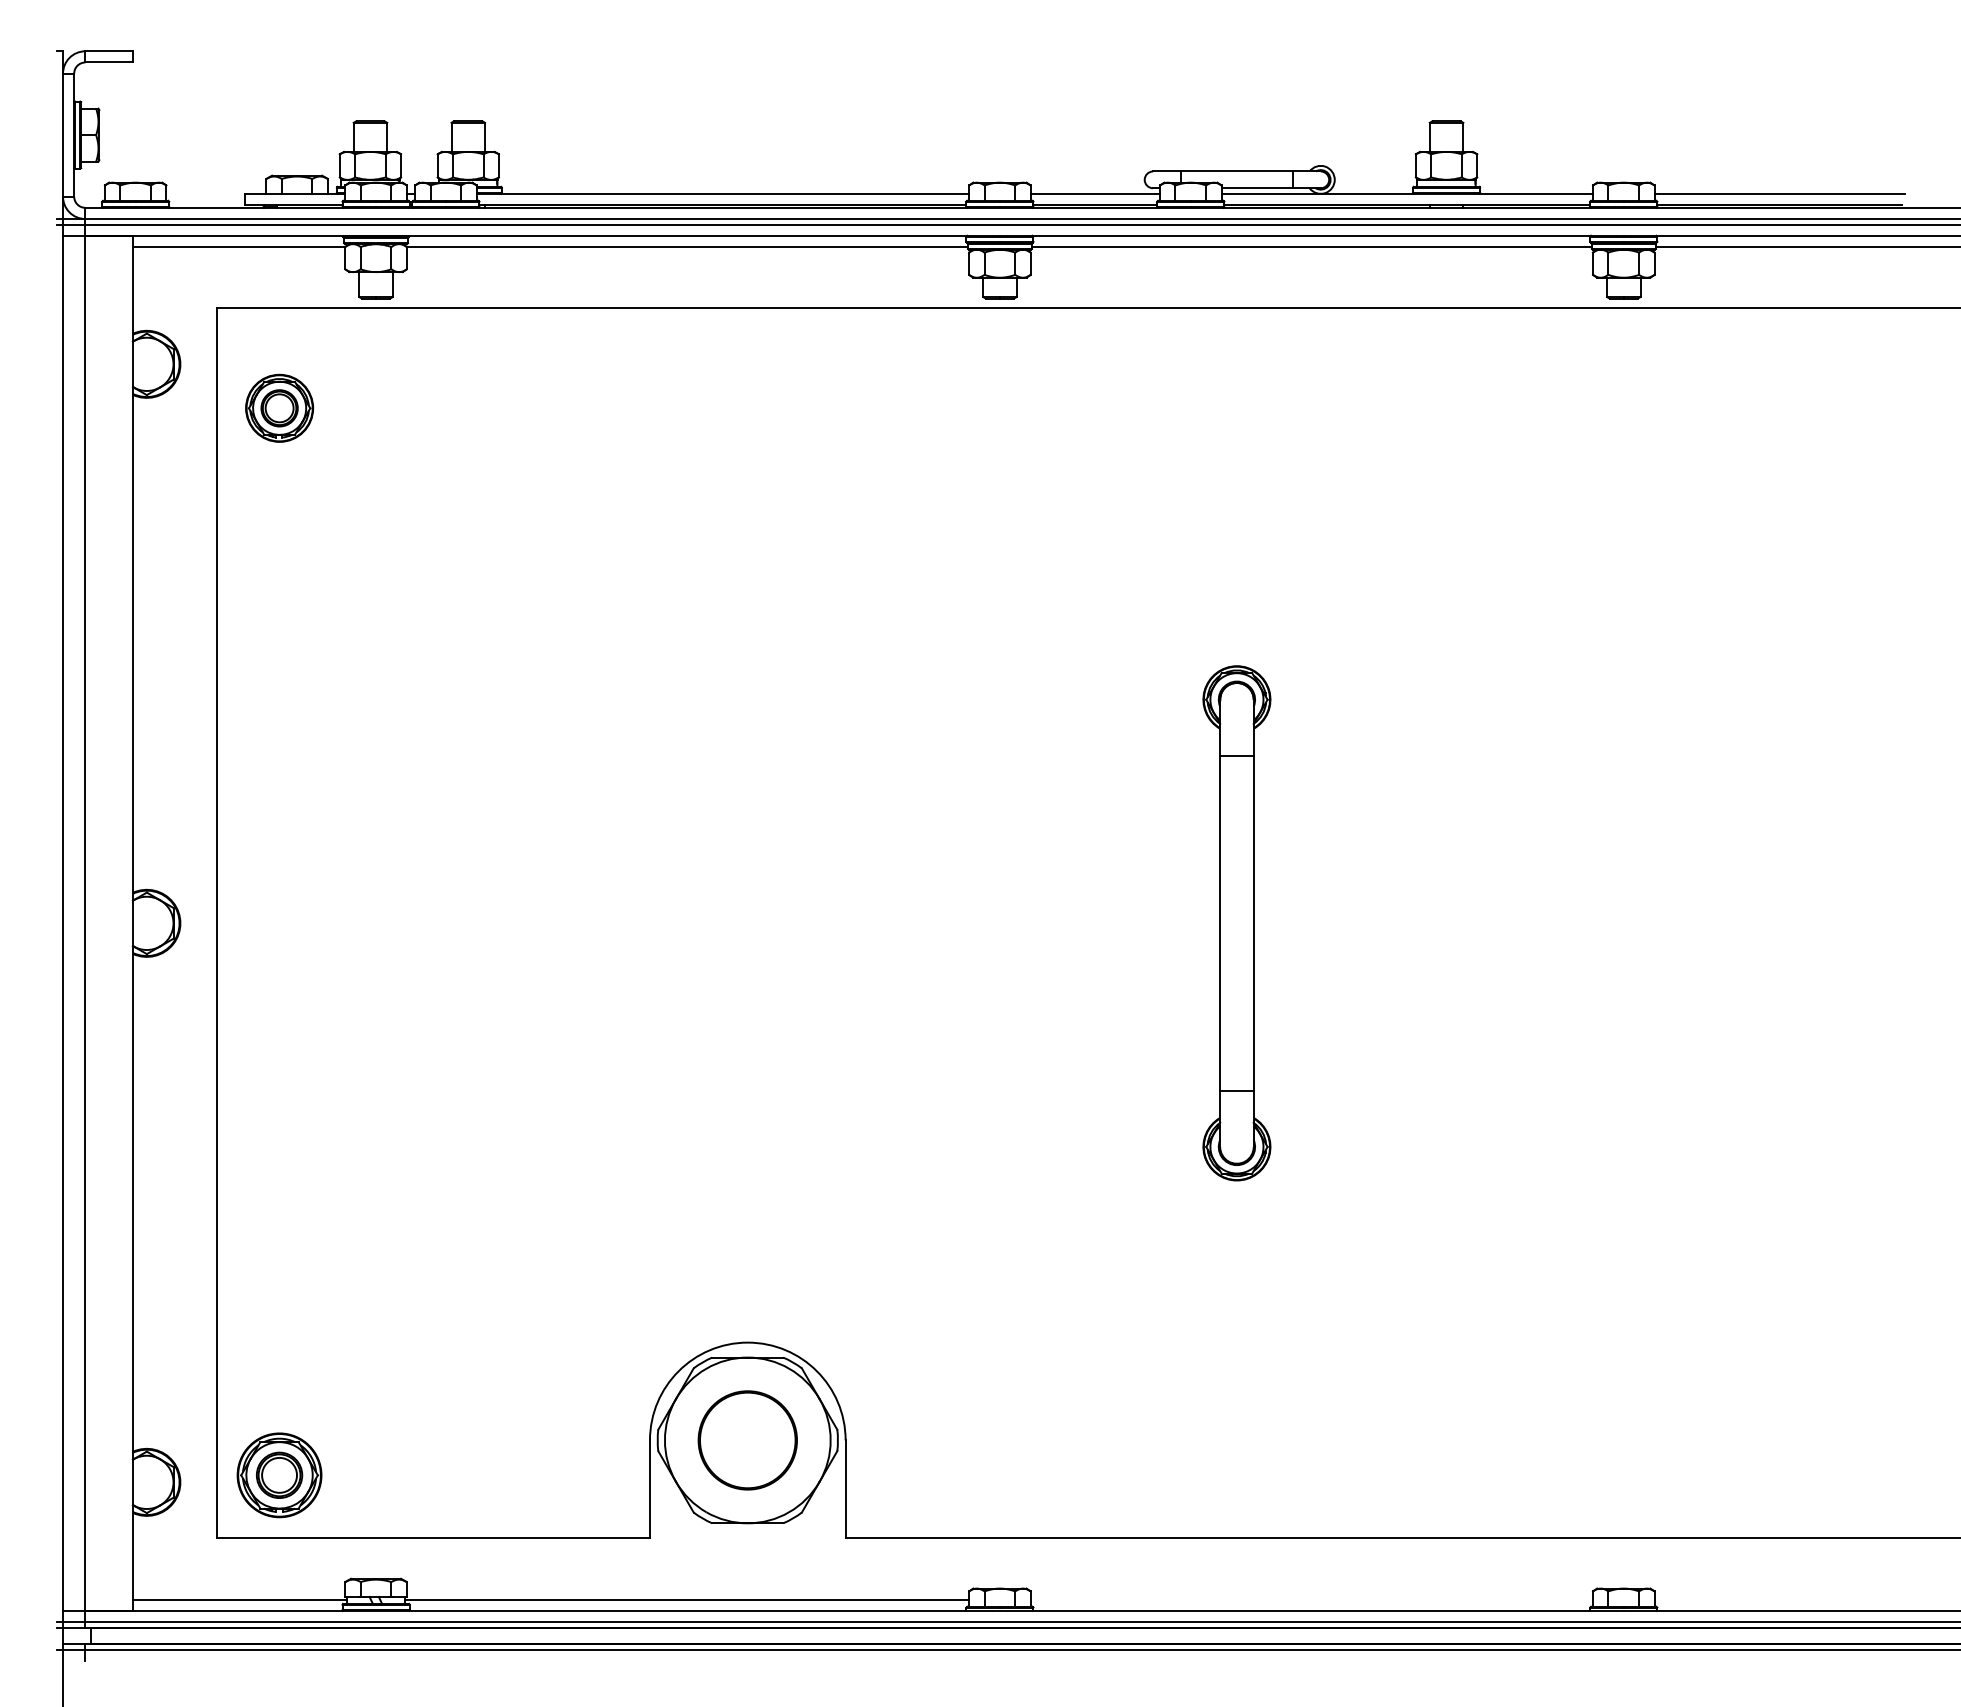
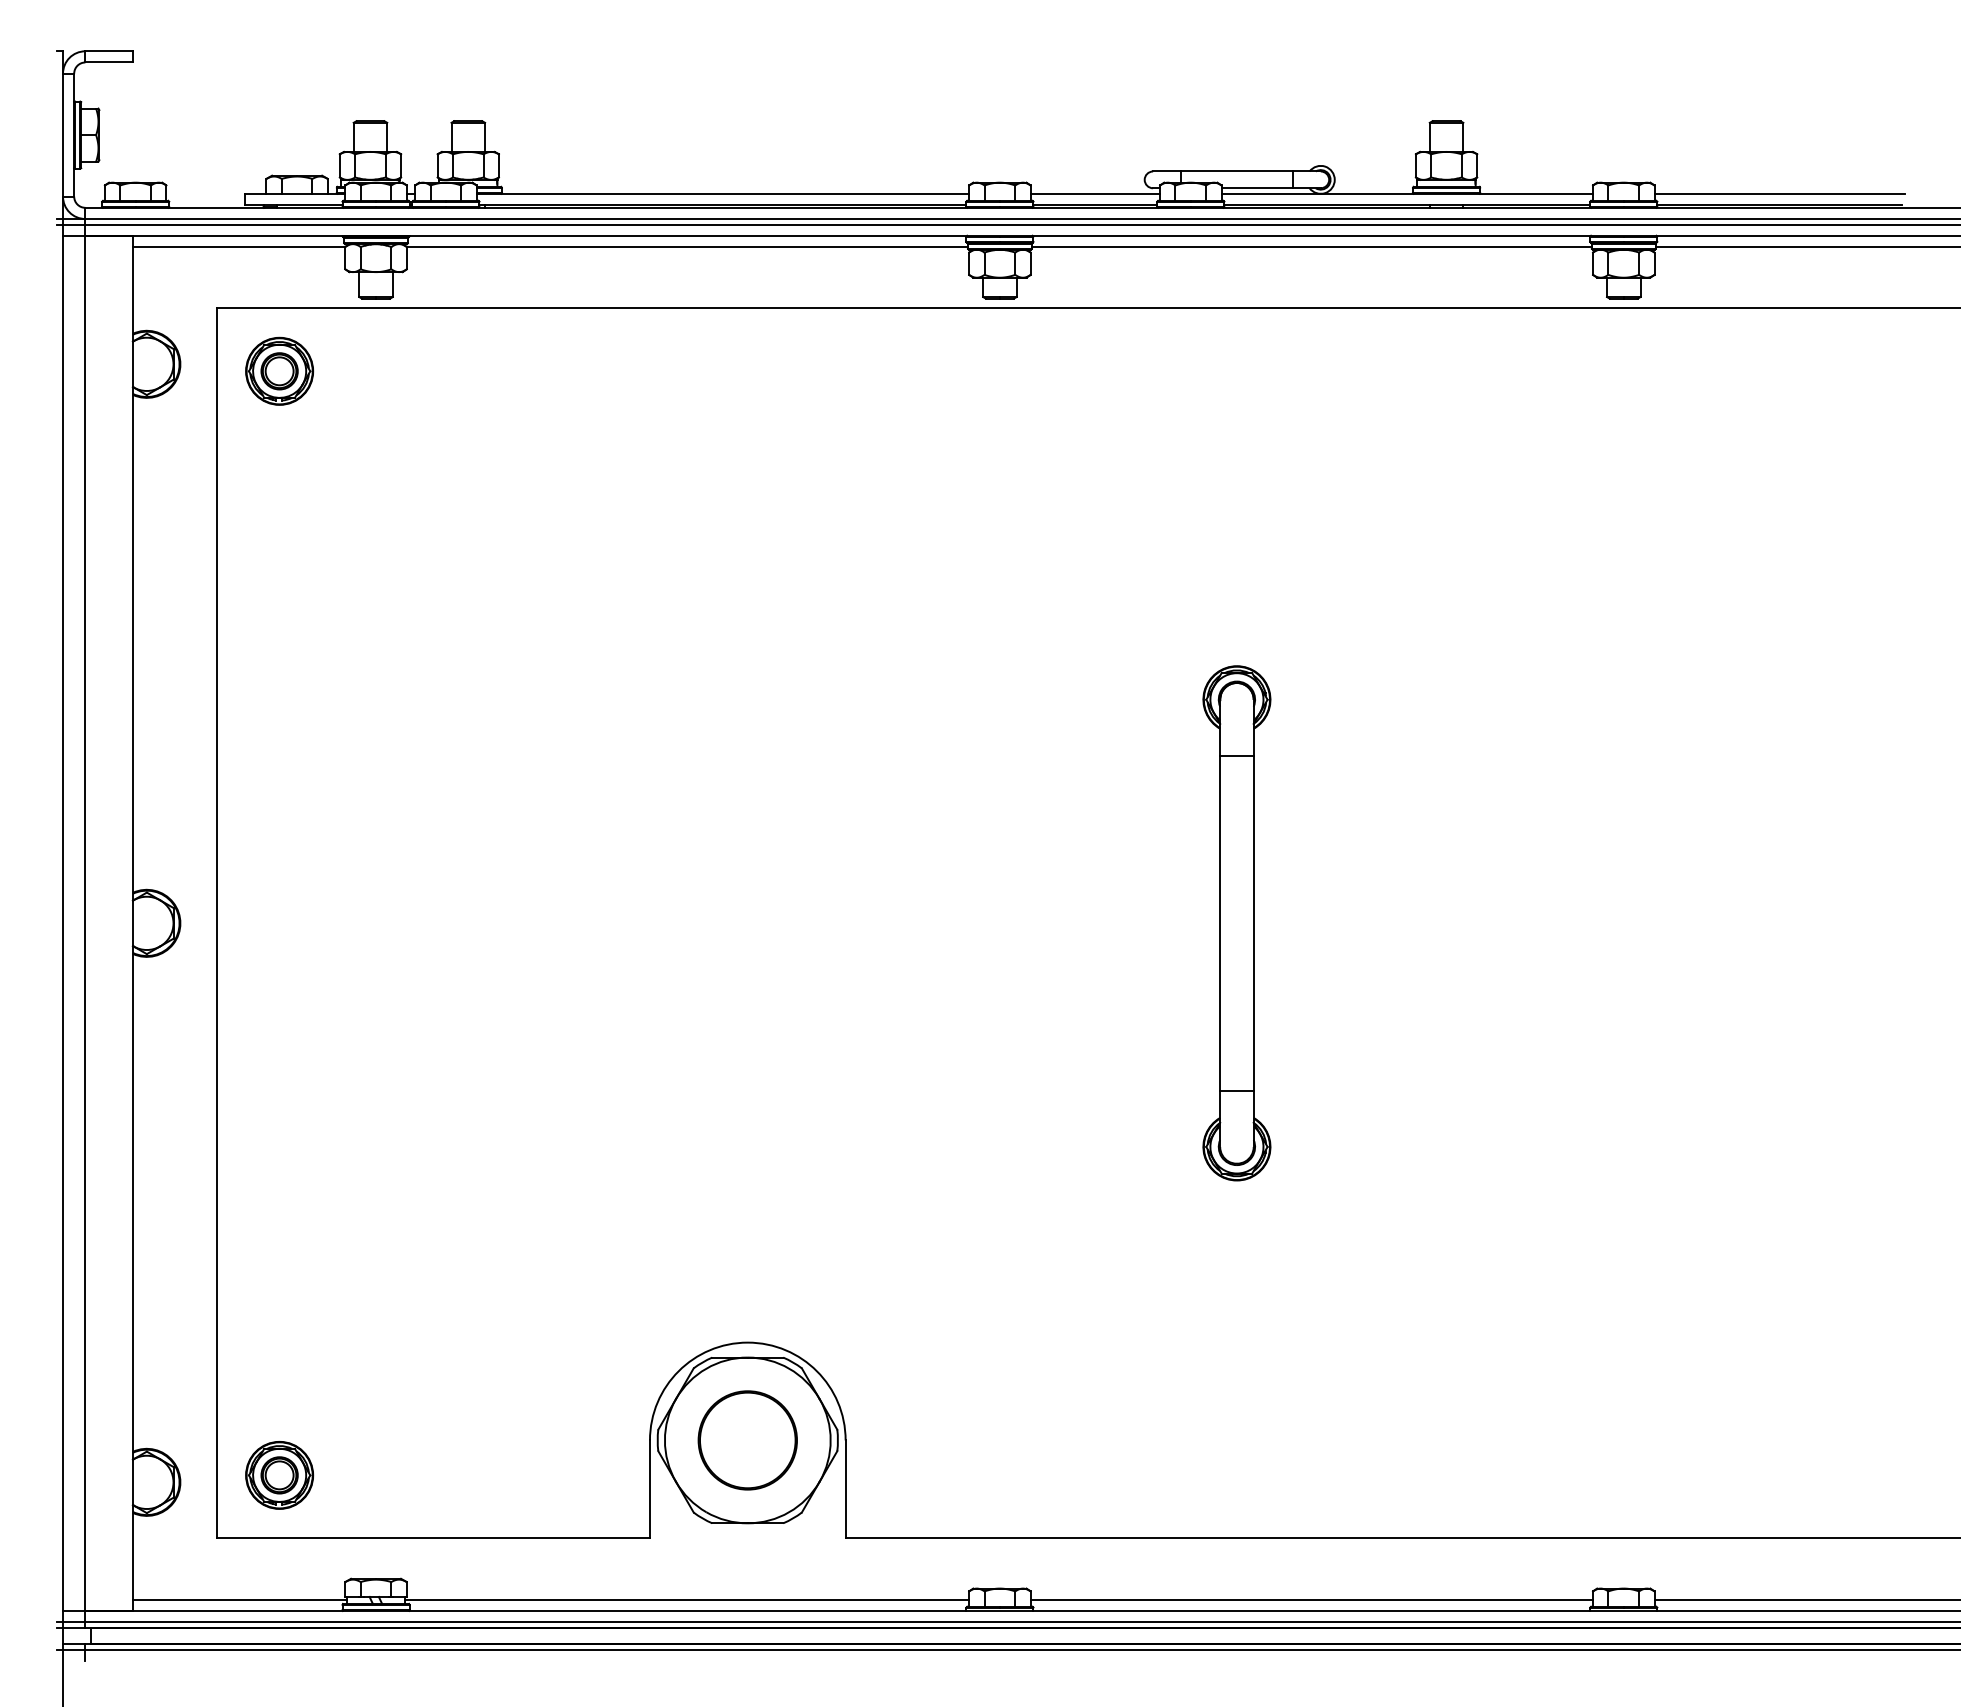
part at (279, 407) position: (279, 407) -> (279, 370)
part at (279, 1475) size: 87x87 px -> 70x69 px
line at (1311, 1599): none -> present
line at (1805, 1599): none -> present
